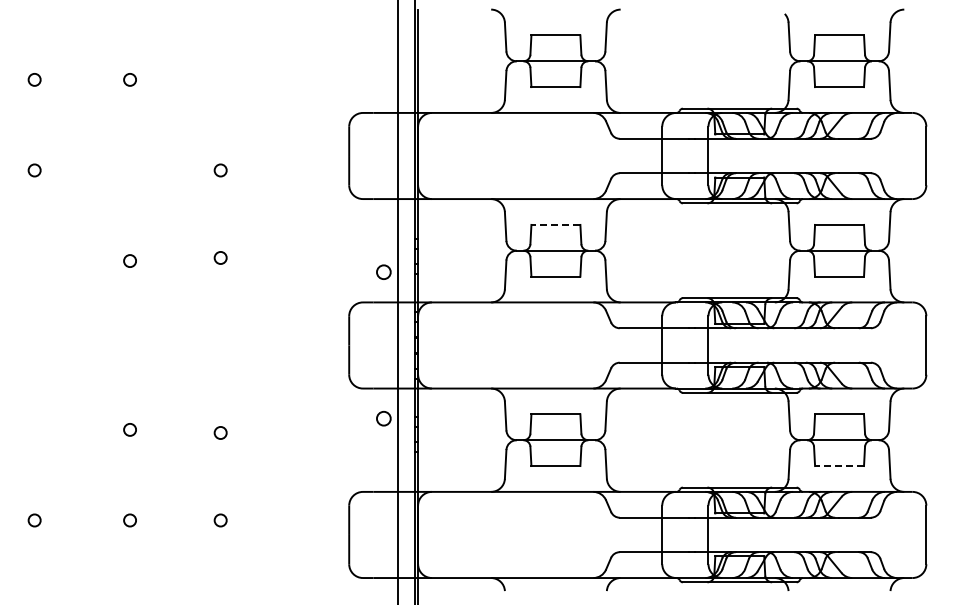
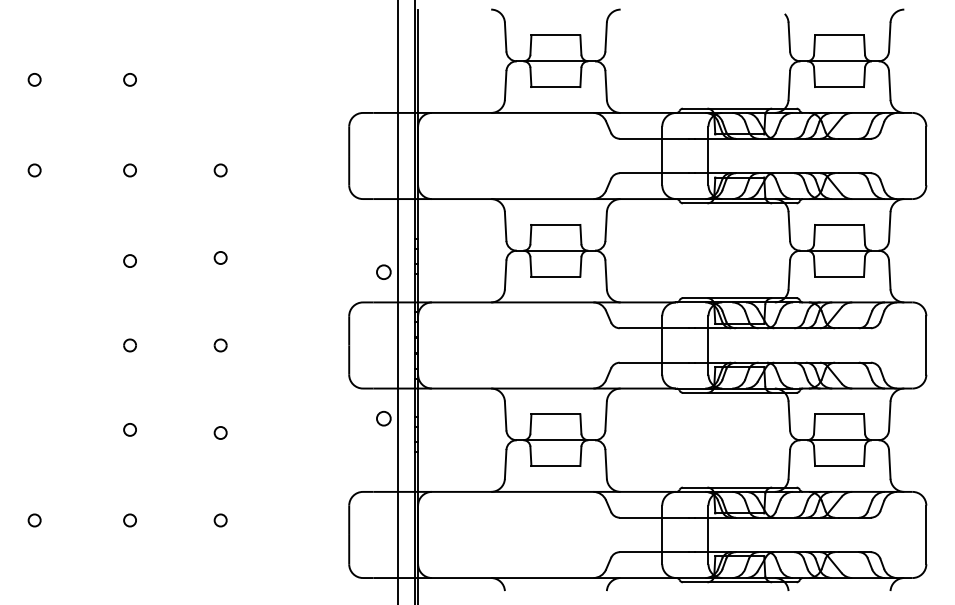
circle at (129, 170): none -> present
line at (555, 224): dashed -> solid
part at (129, 345): none -> present
part at (220, 345): none -> present
line at (839, 466): dashed -> solid
